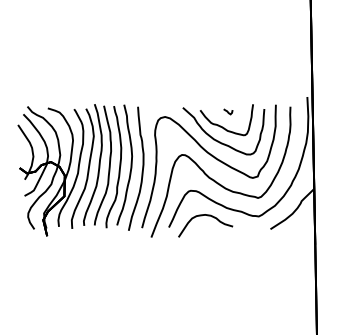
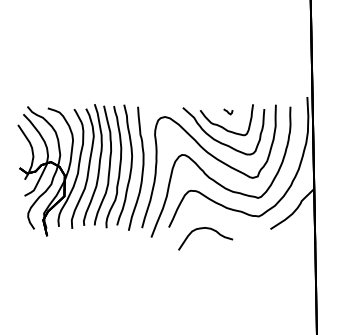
curve at (207, 216) position: (207, 216) -> (207, 229)
